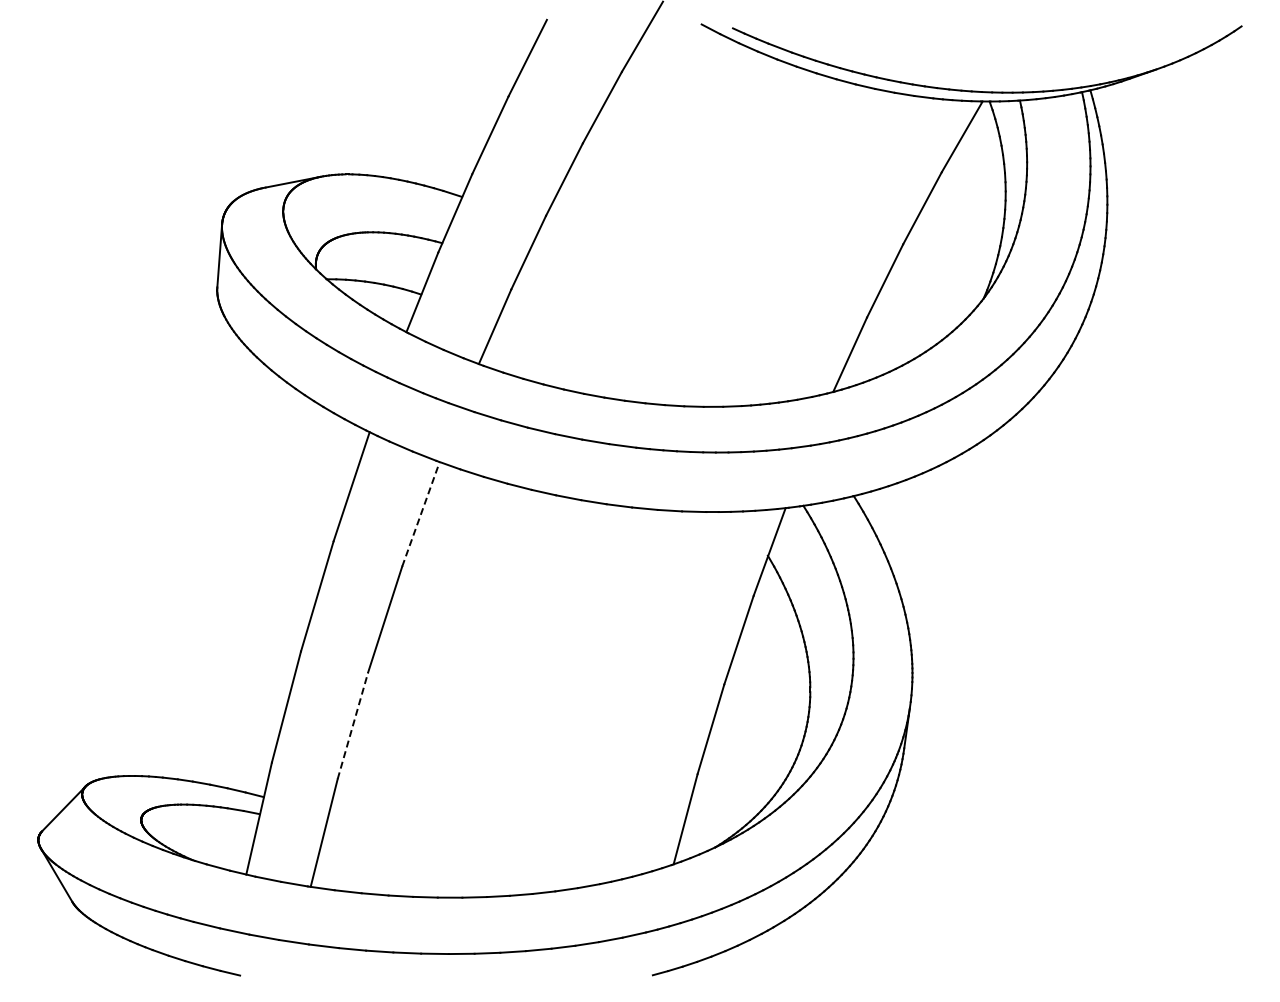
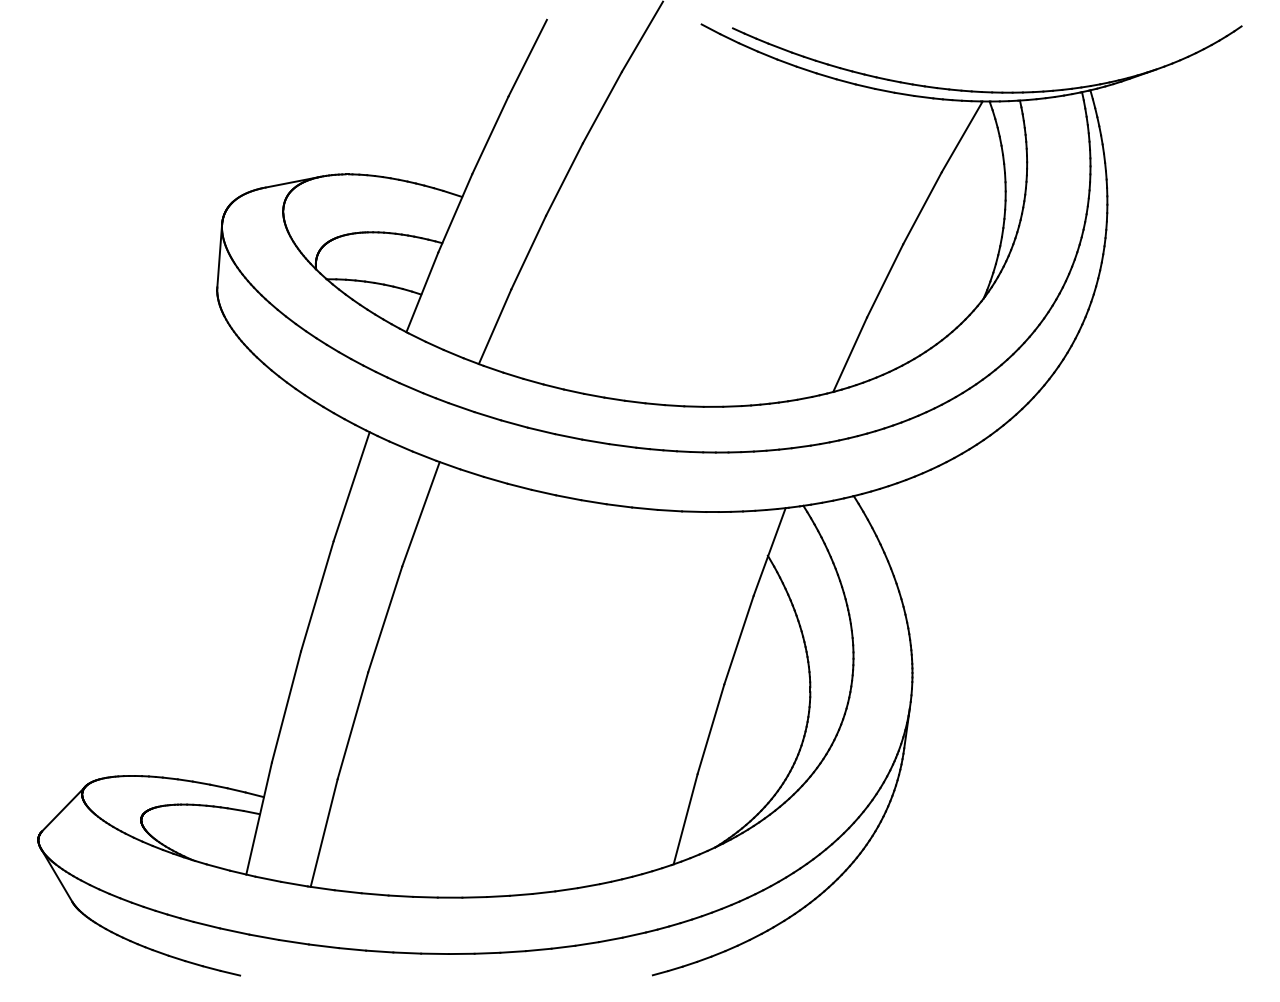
line at (420, 514): dashed -> solid
line at (352, 725): dashed -> solid
